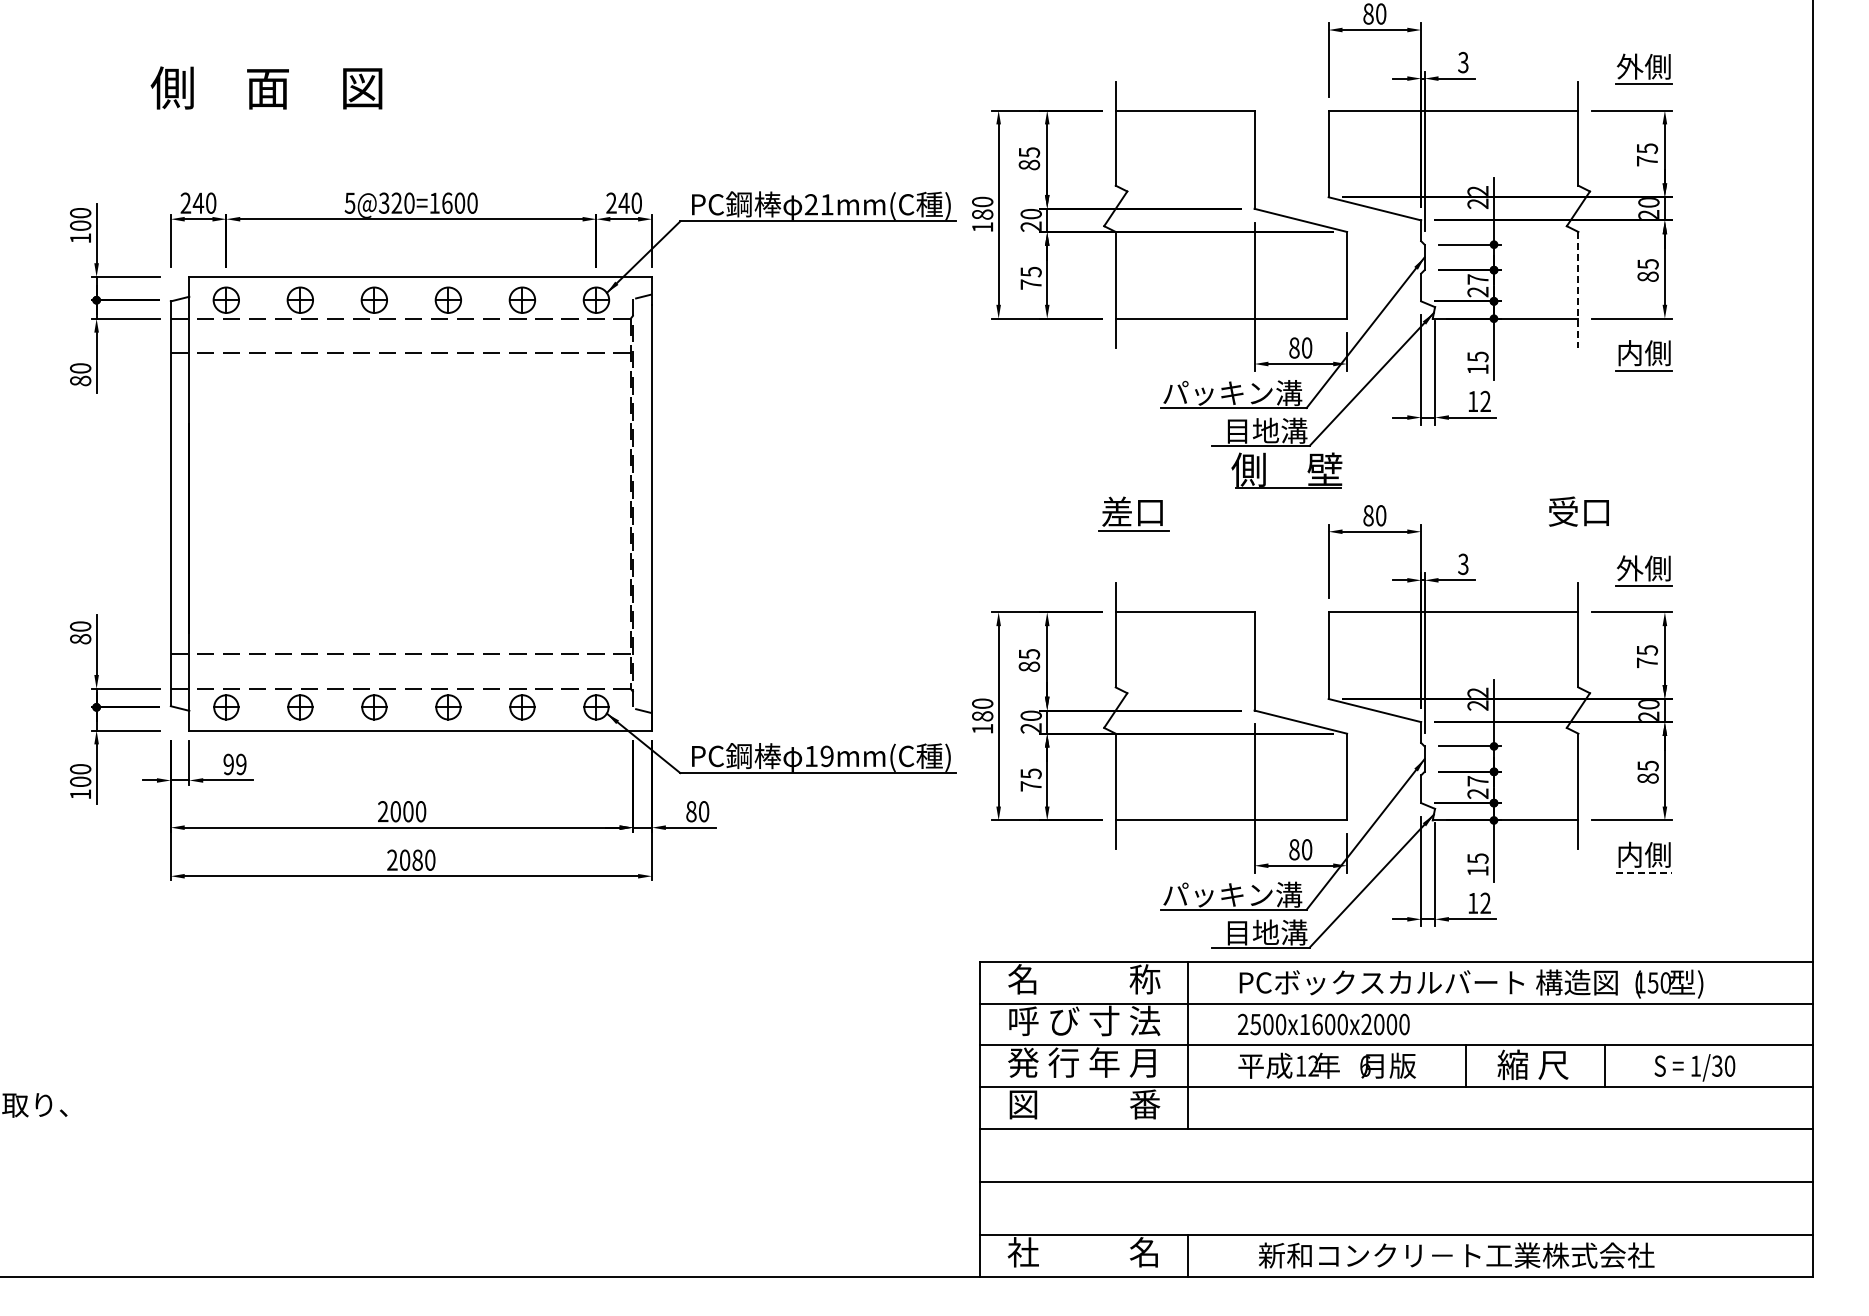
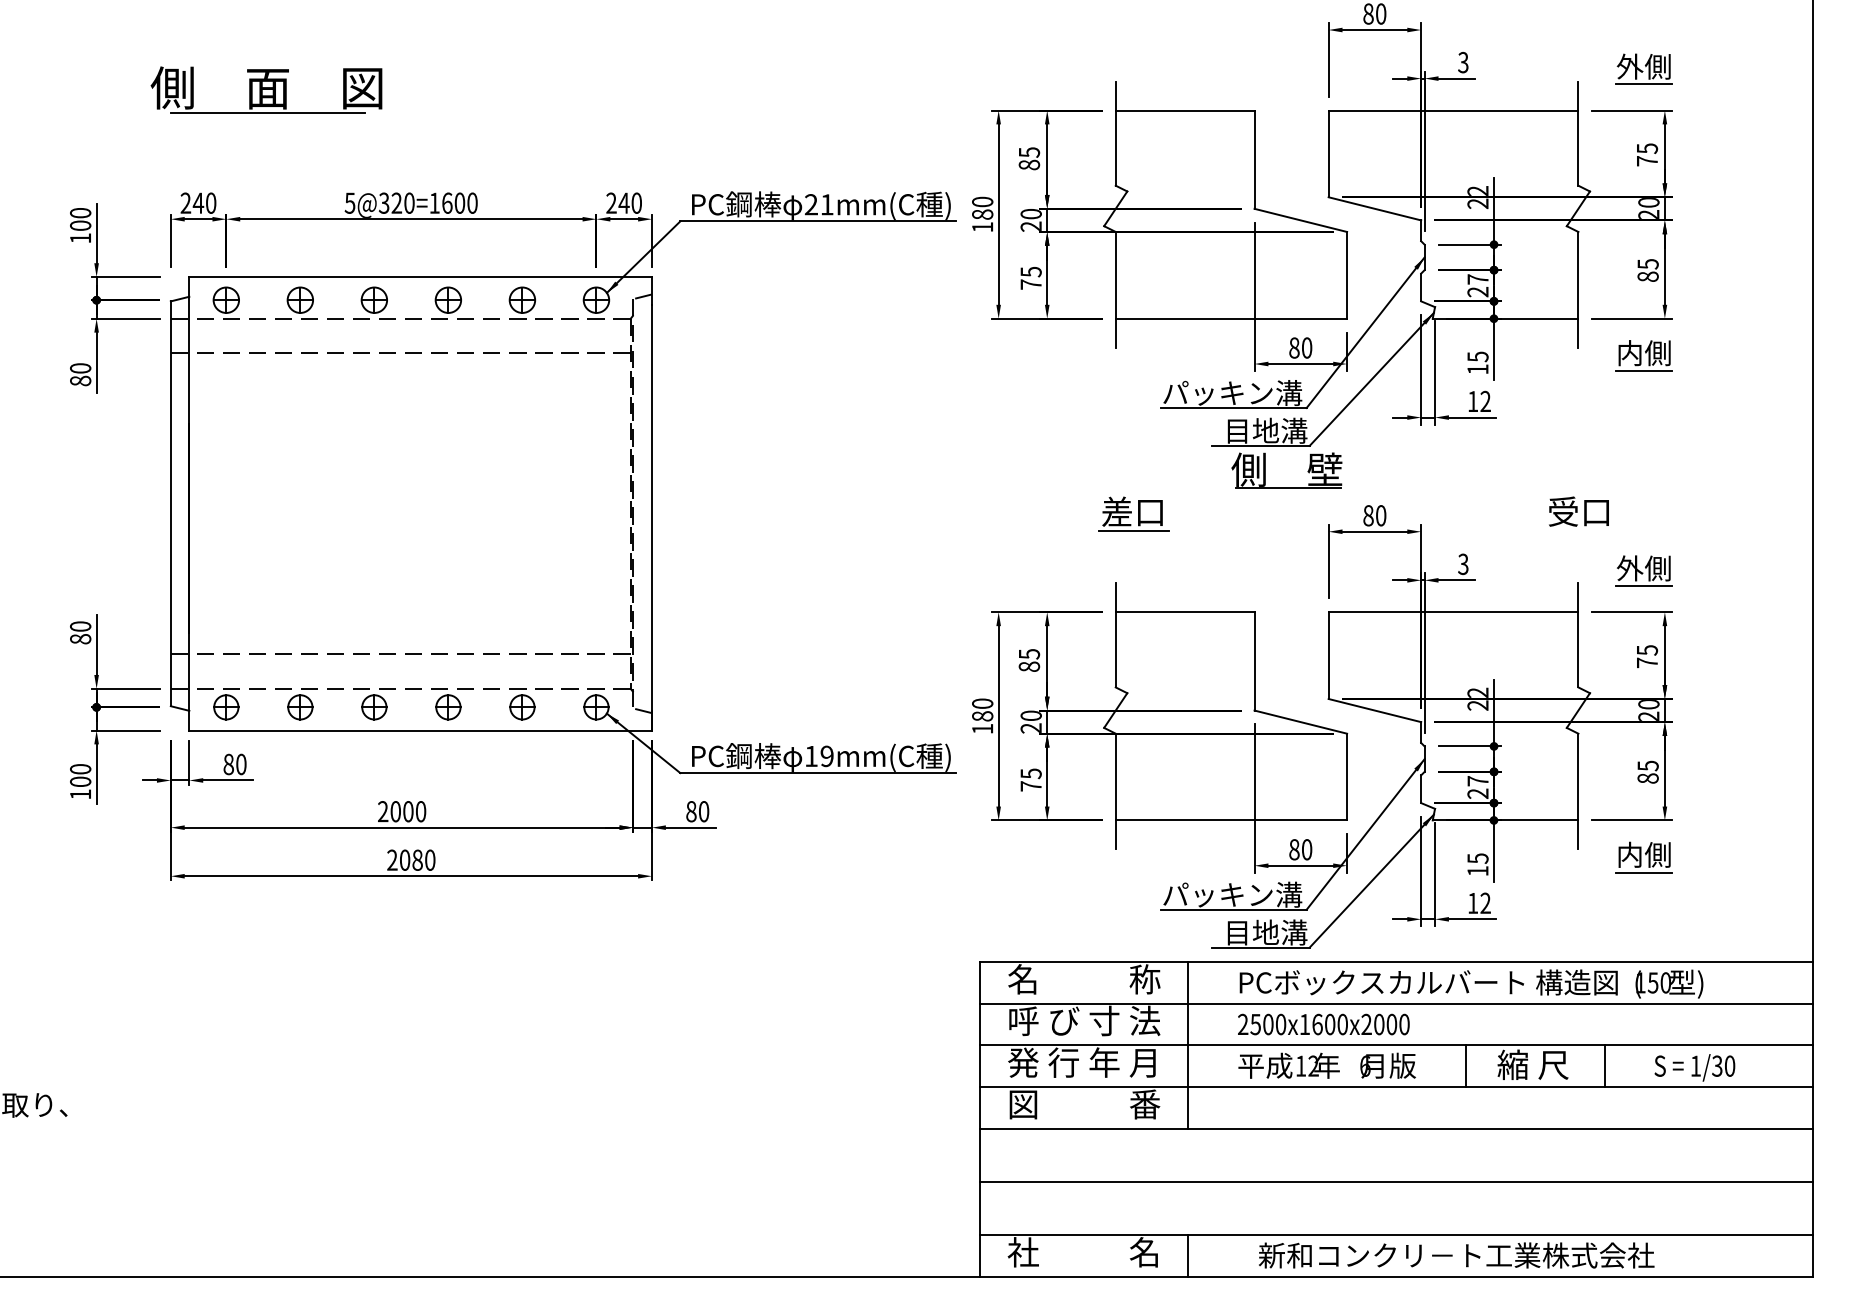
line at (267, 112): none -> present
line at (1578, 289): dashed -> solid
text at (234, 764): 99 -> 80
line at (1644, 872): dashed -> solid
